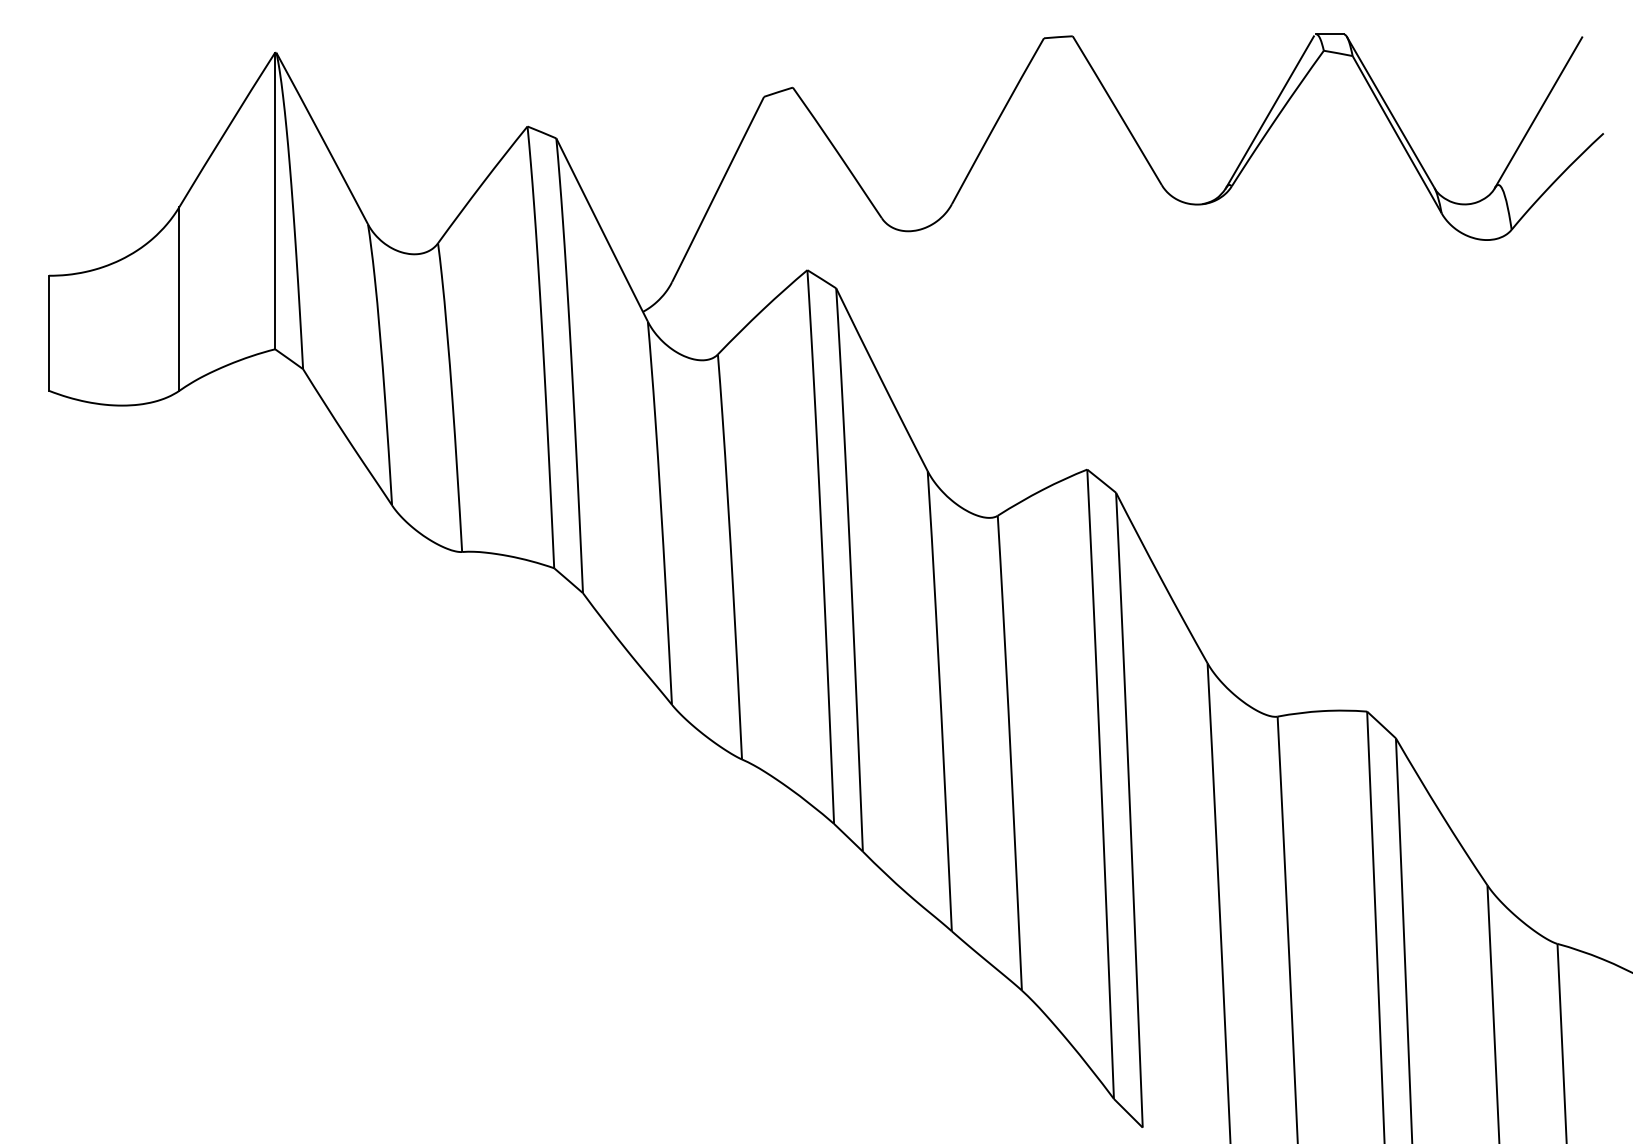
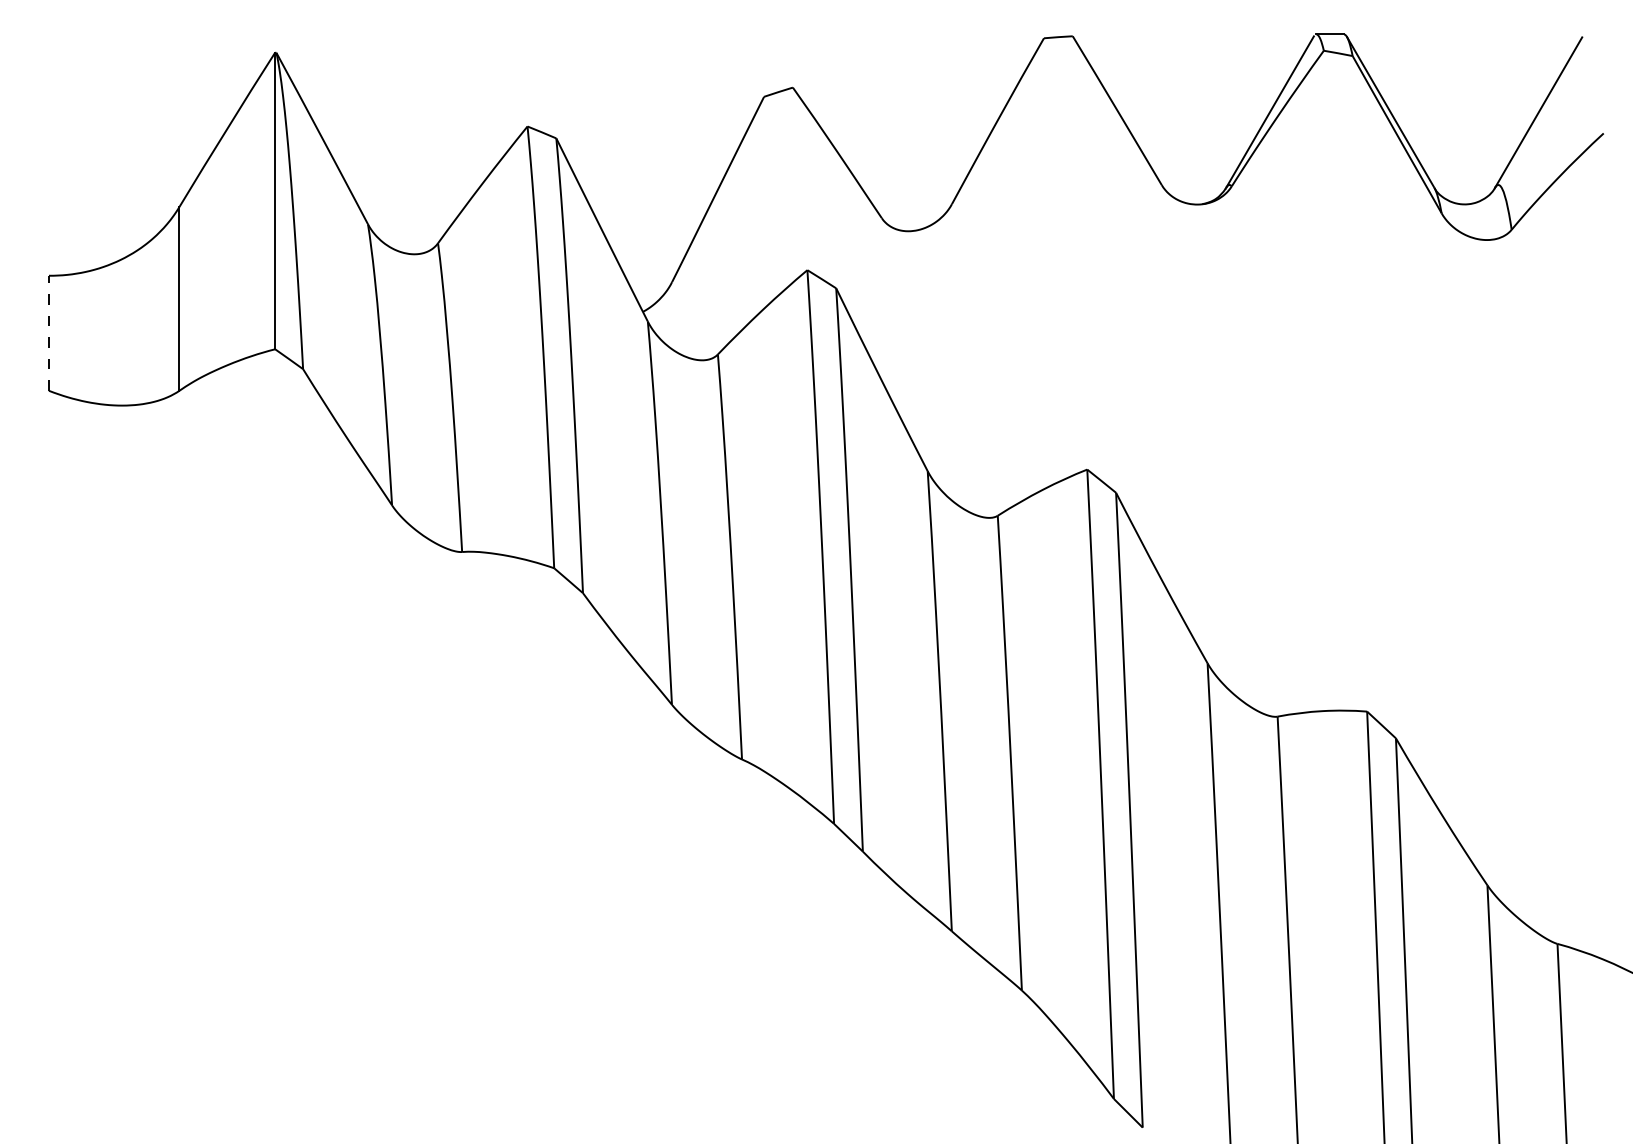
line at (48, 333): solid -> dashed
